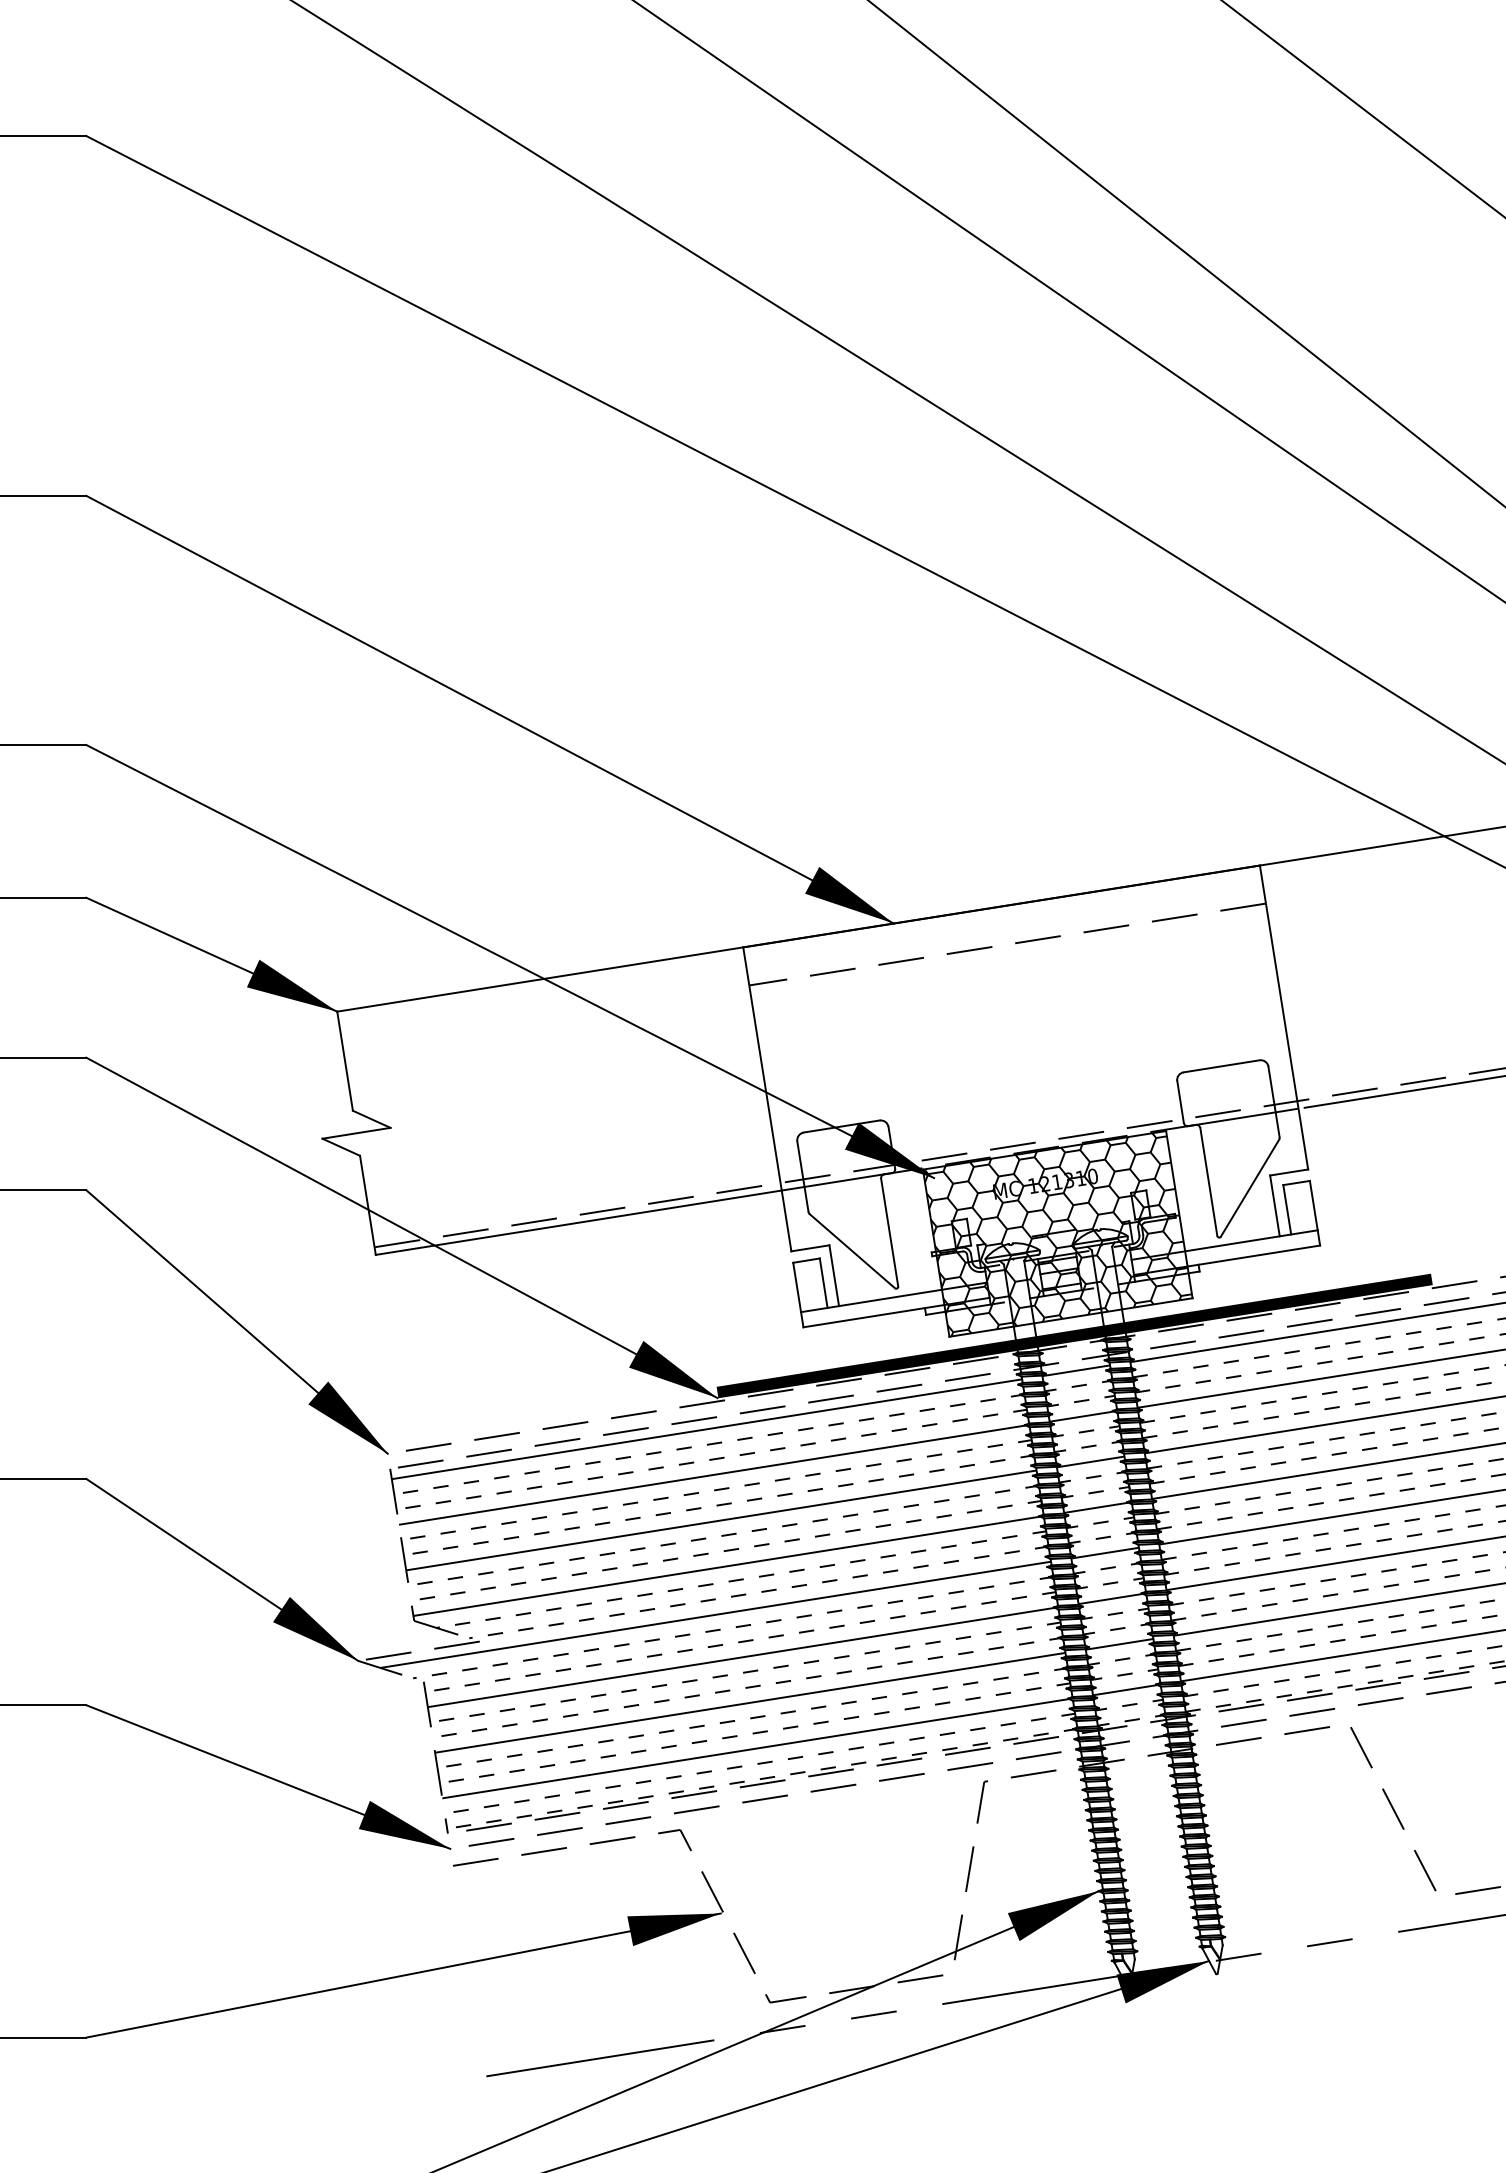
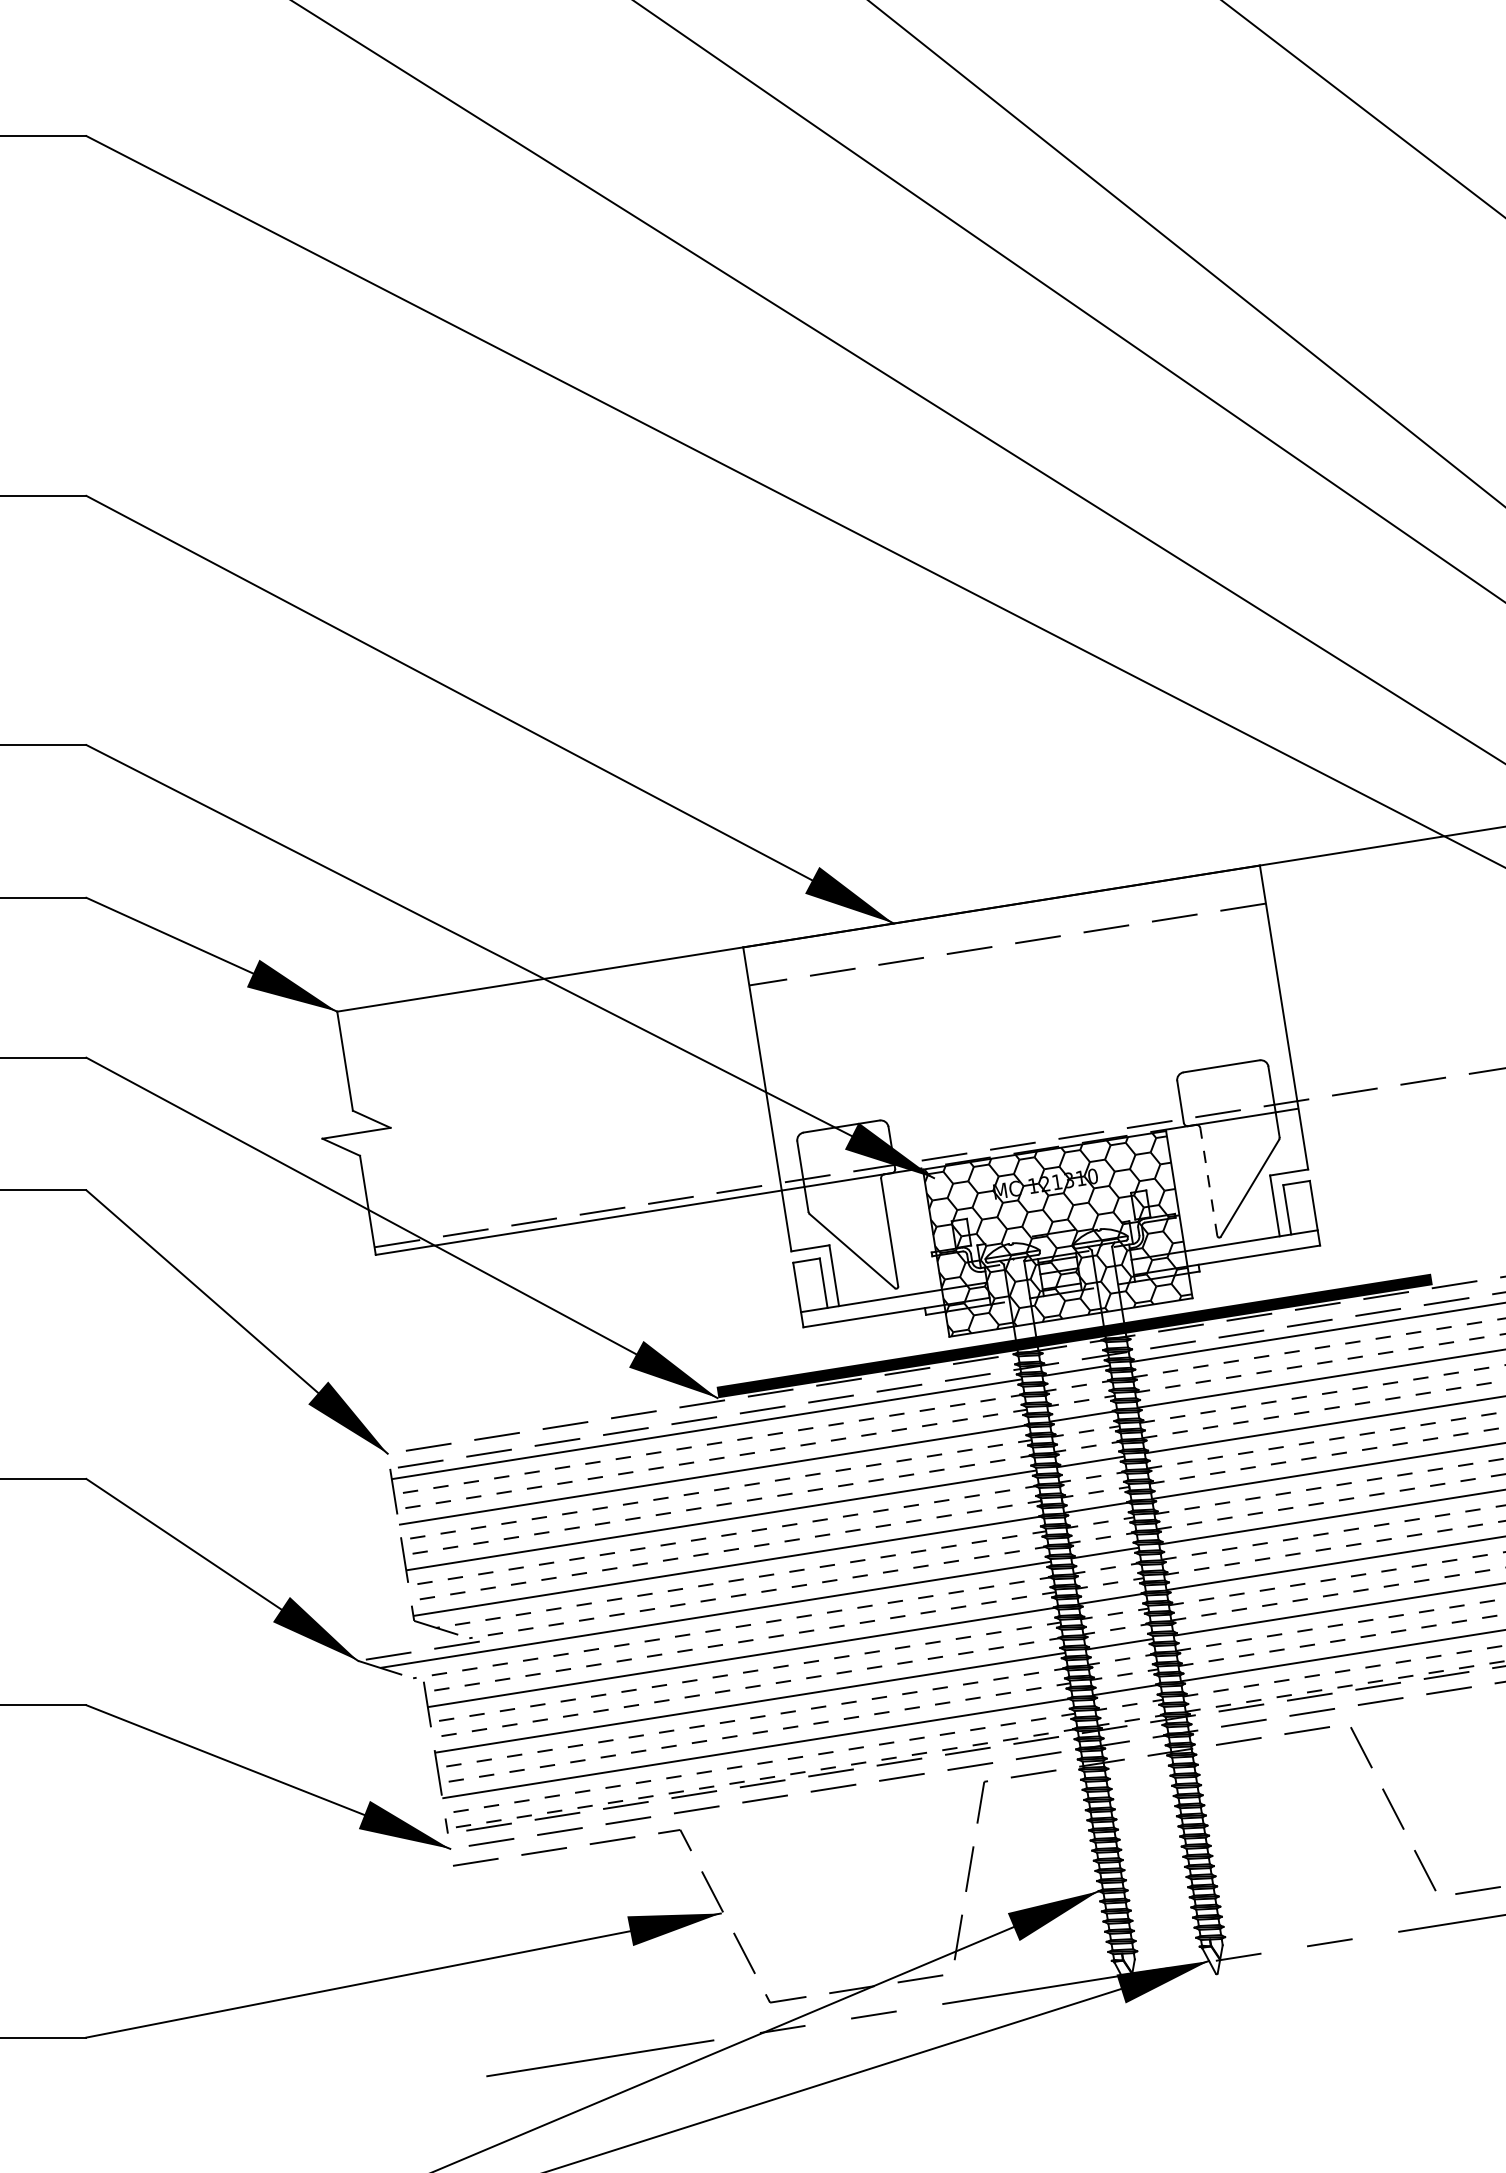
line at (1403, 1091): present -> none
line at (1208, 1182): solid -> dashed
